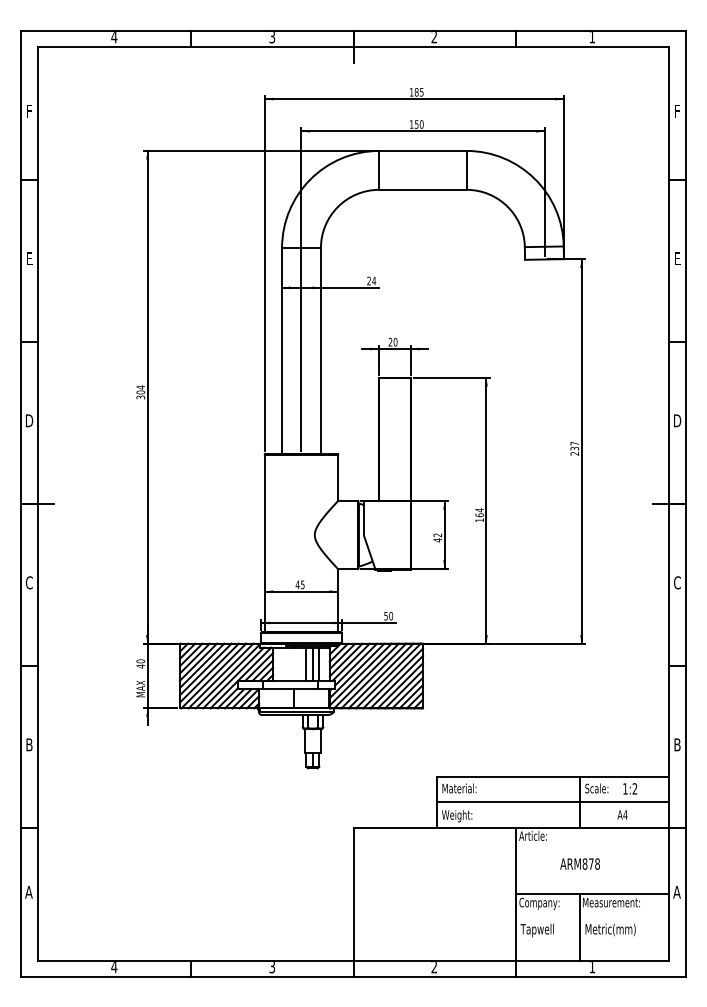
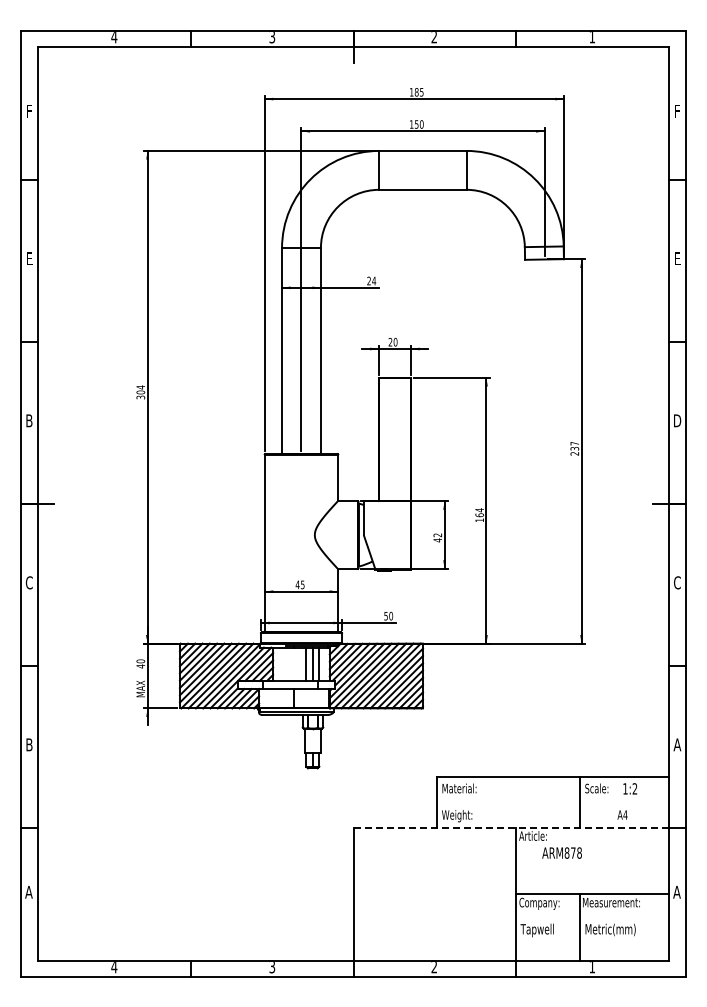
text at (29, 420): D -> B
text at (677, 744): B -> A
line at (553, 802): present -> none
line at (511, 827): solid -> dashed
text at (579, 863) position: (579, 863) -> (561, 852)
